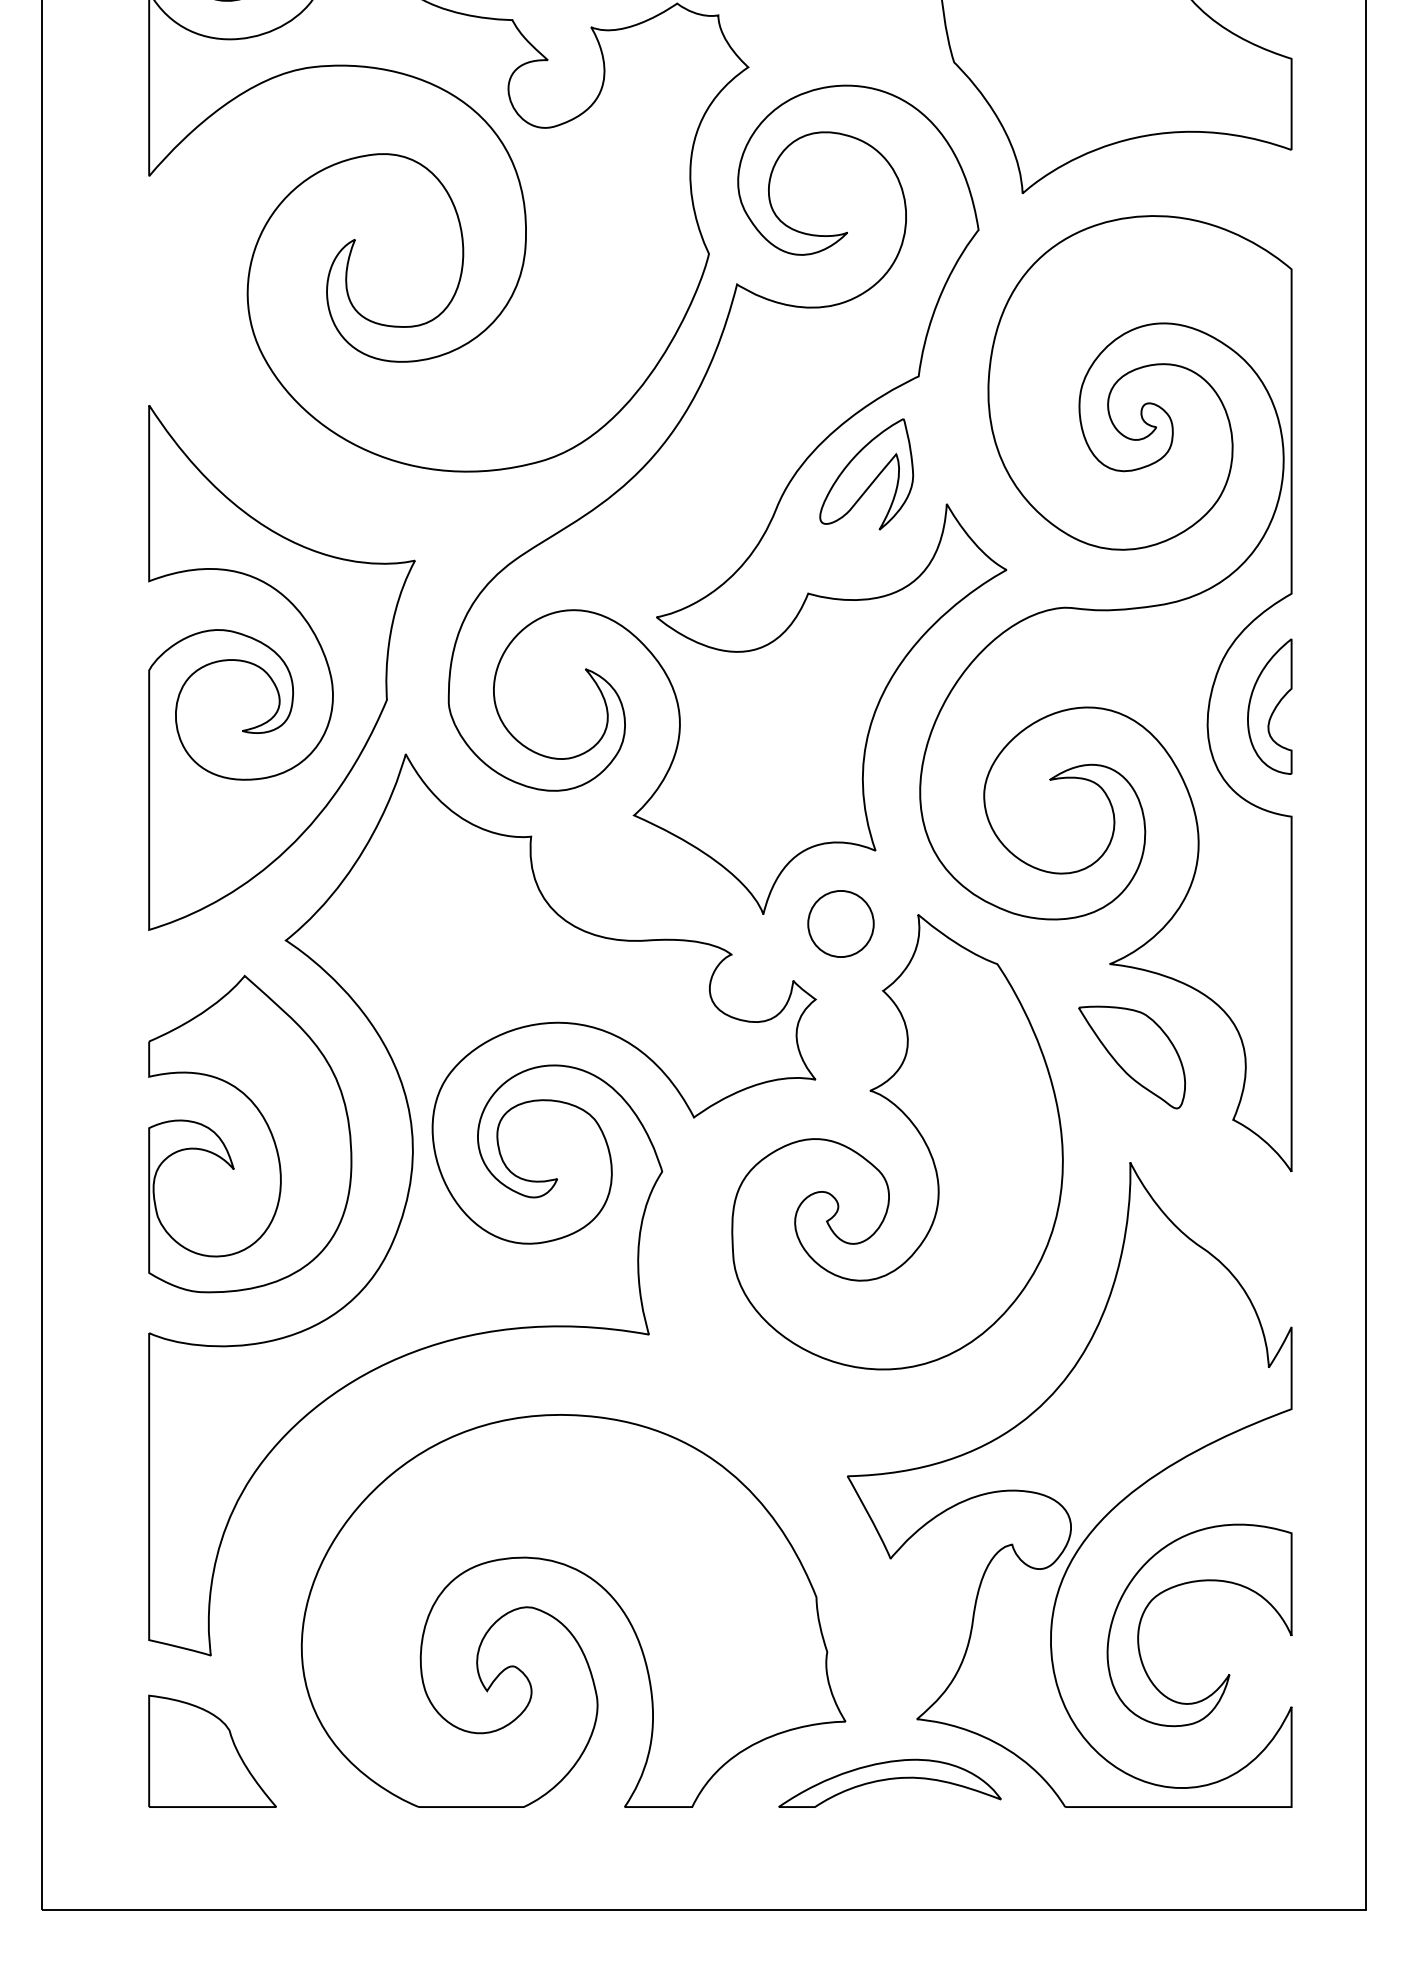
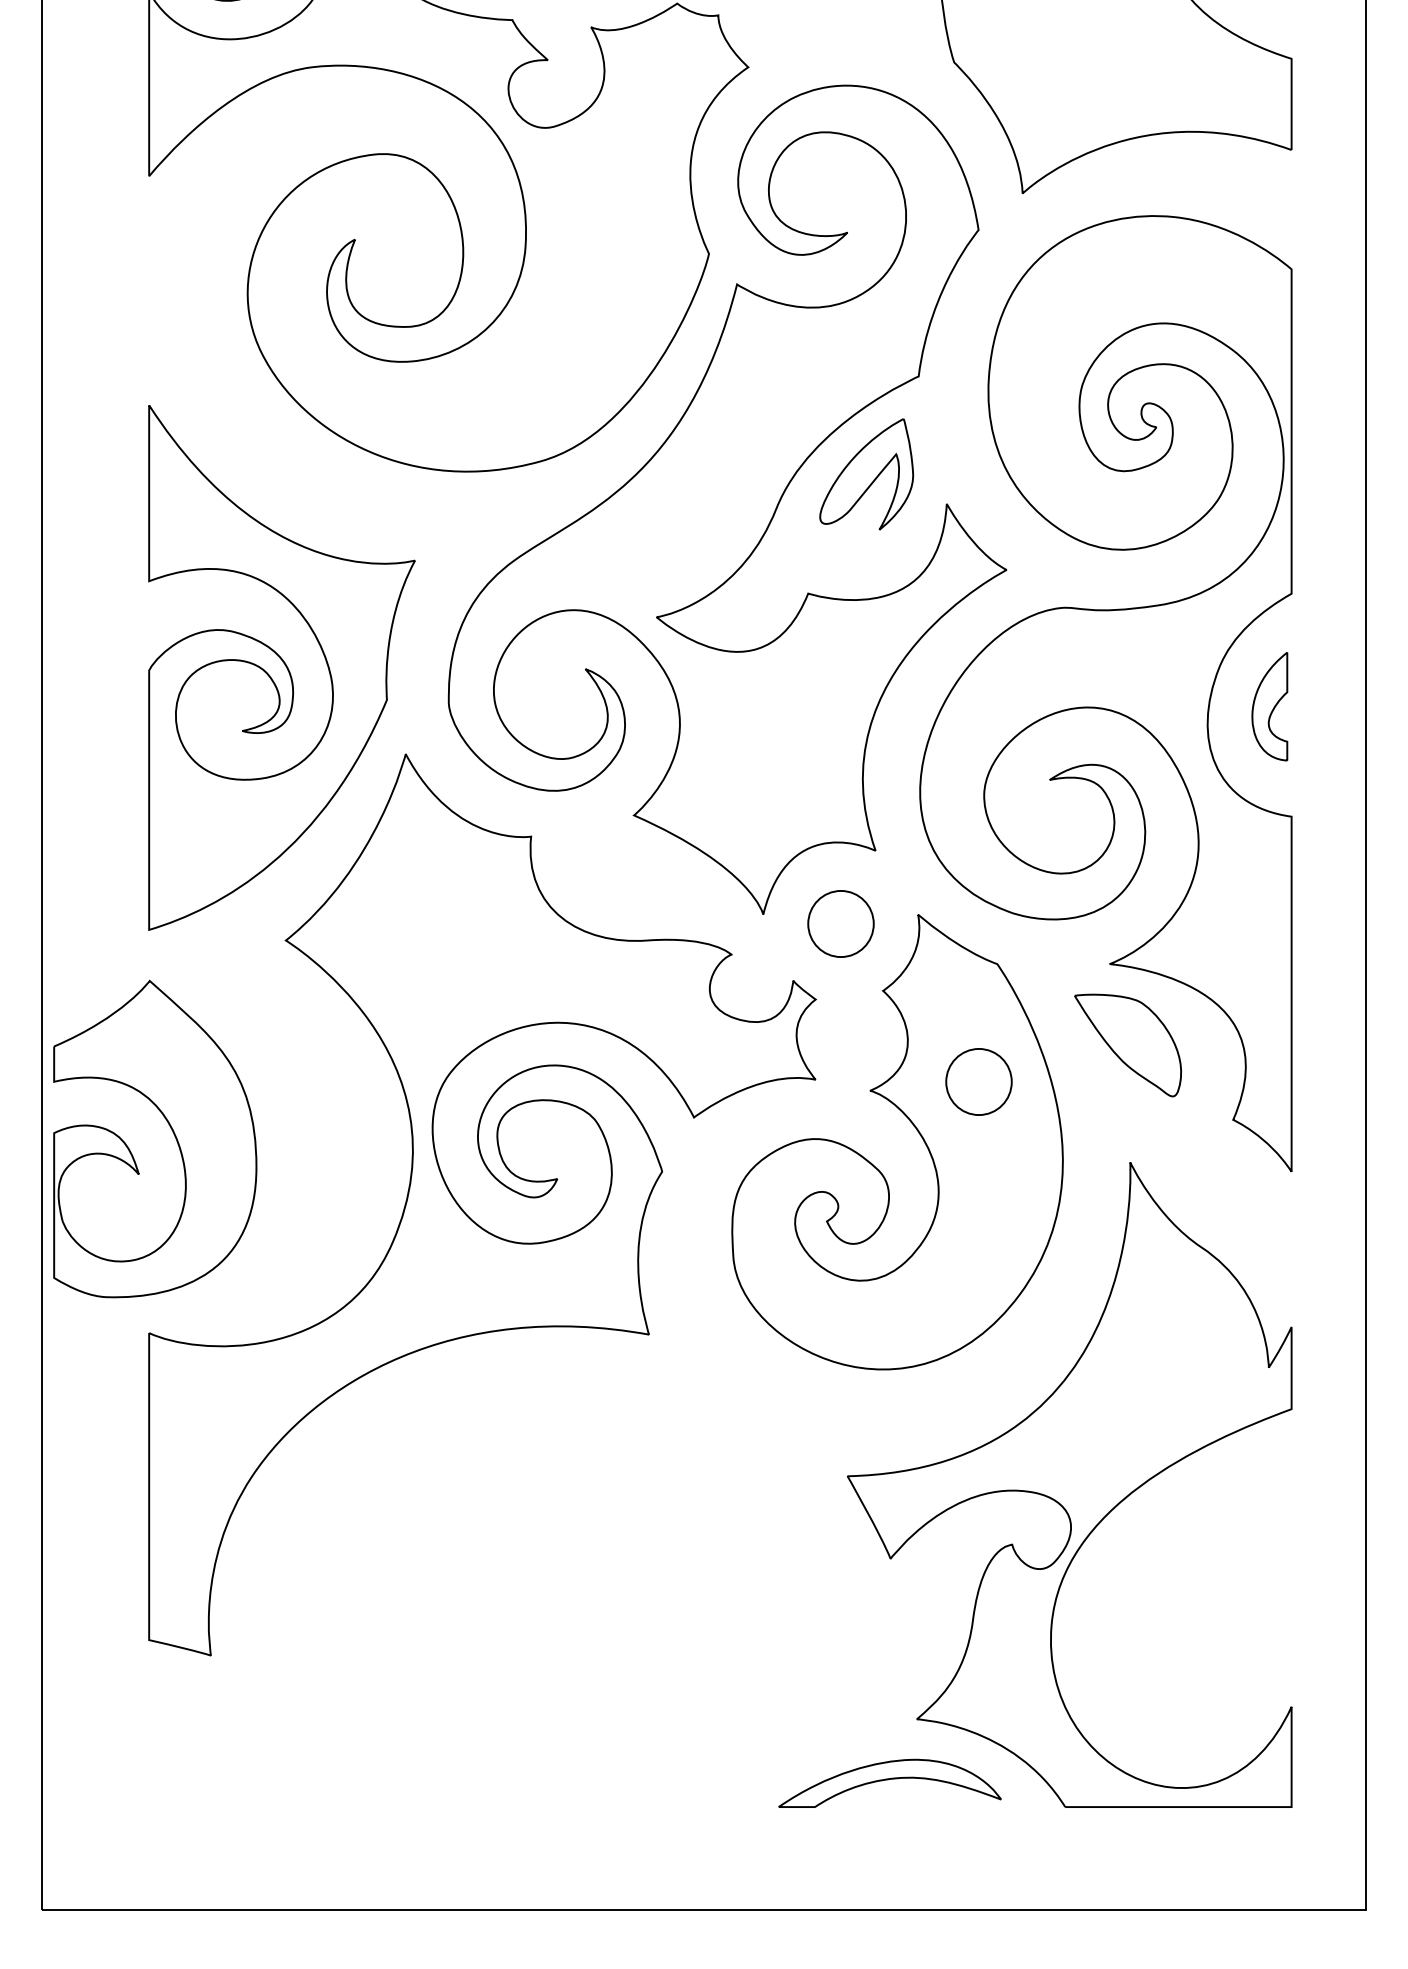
part at (1269, 706) size: 46x137 px -> 38x110 px
part at (1131, 1057) position: (1131, 1057) -> (1127, 1045)
part at (978, 1081): none -> present
part at (266, 1125) position: (266, 1125) -> (171, 1130)
part at (1190, 1583): present -> none
part at (563, 1623): present -> none
part at (212, 1750): present -> none
